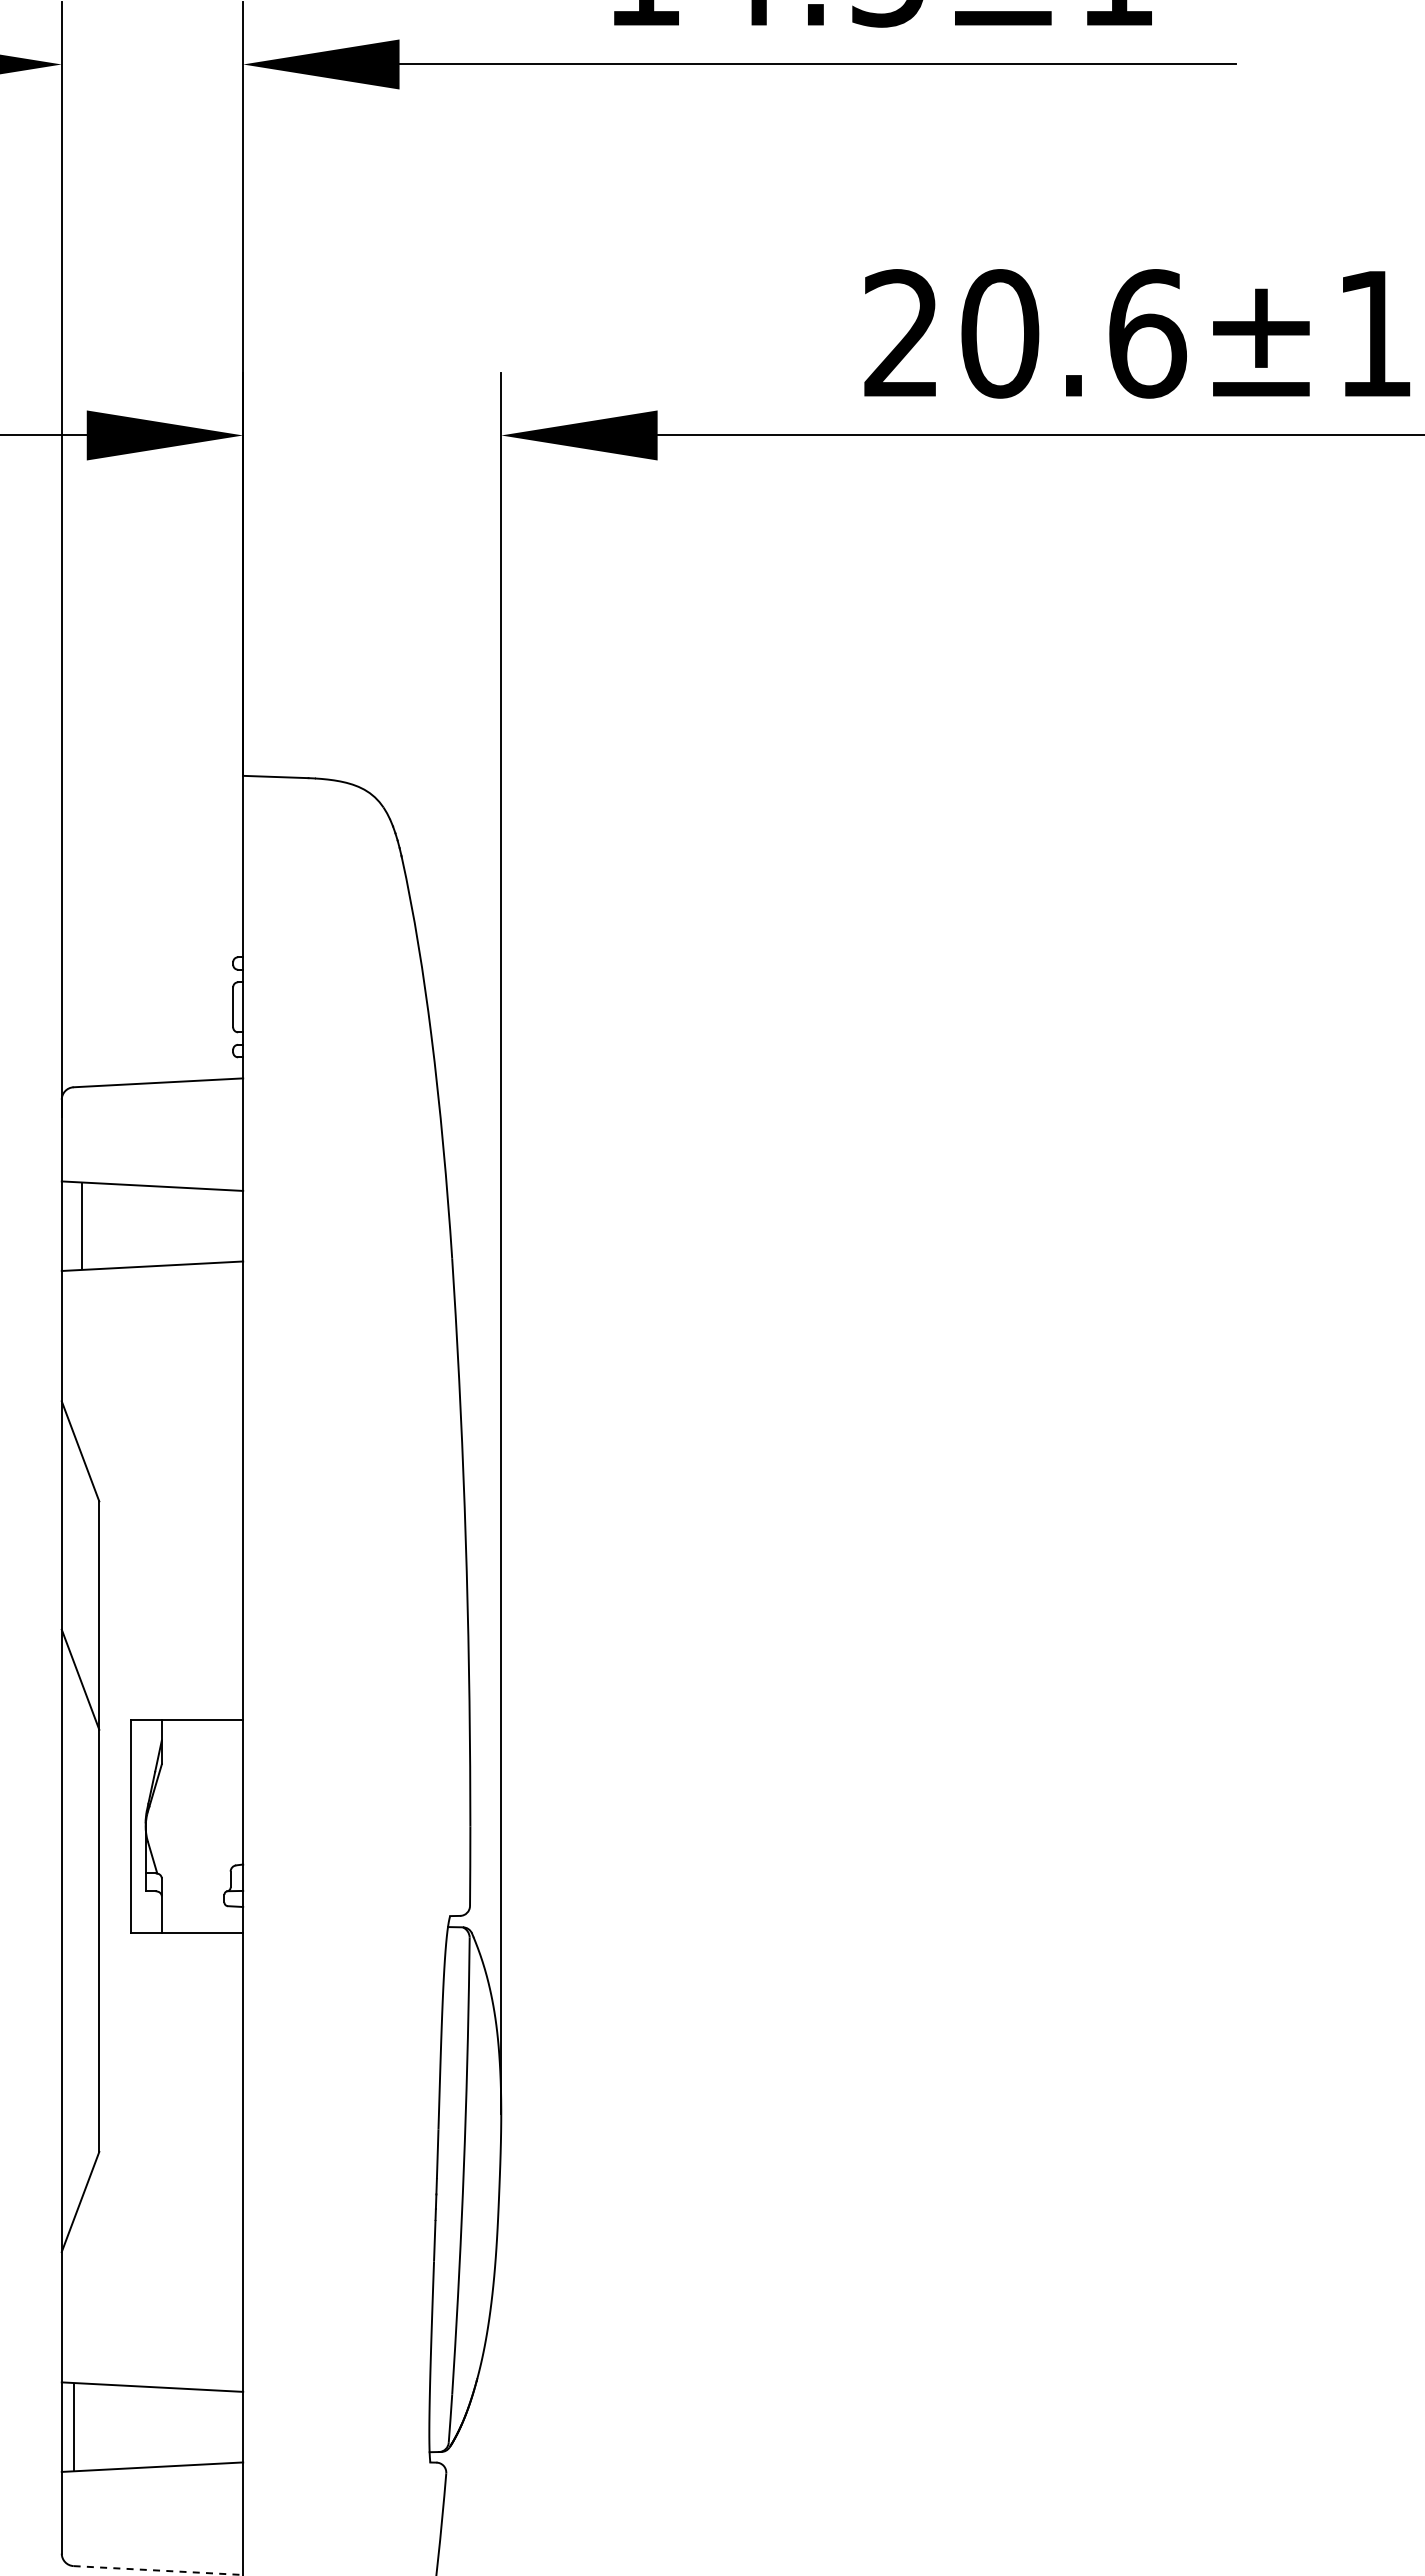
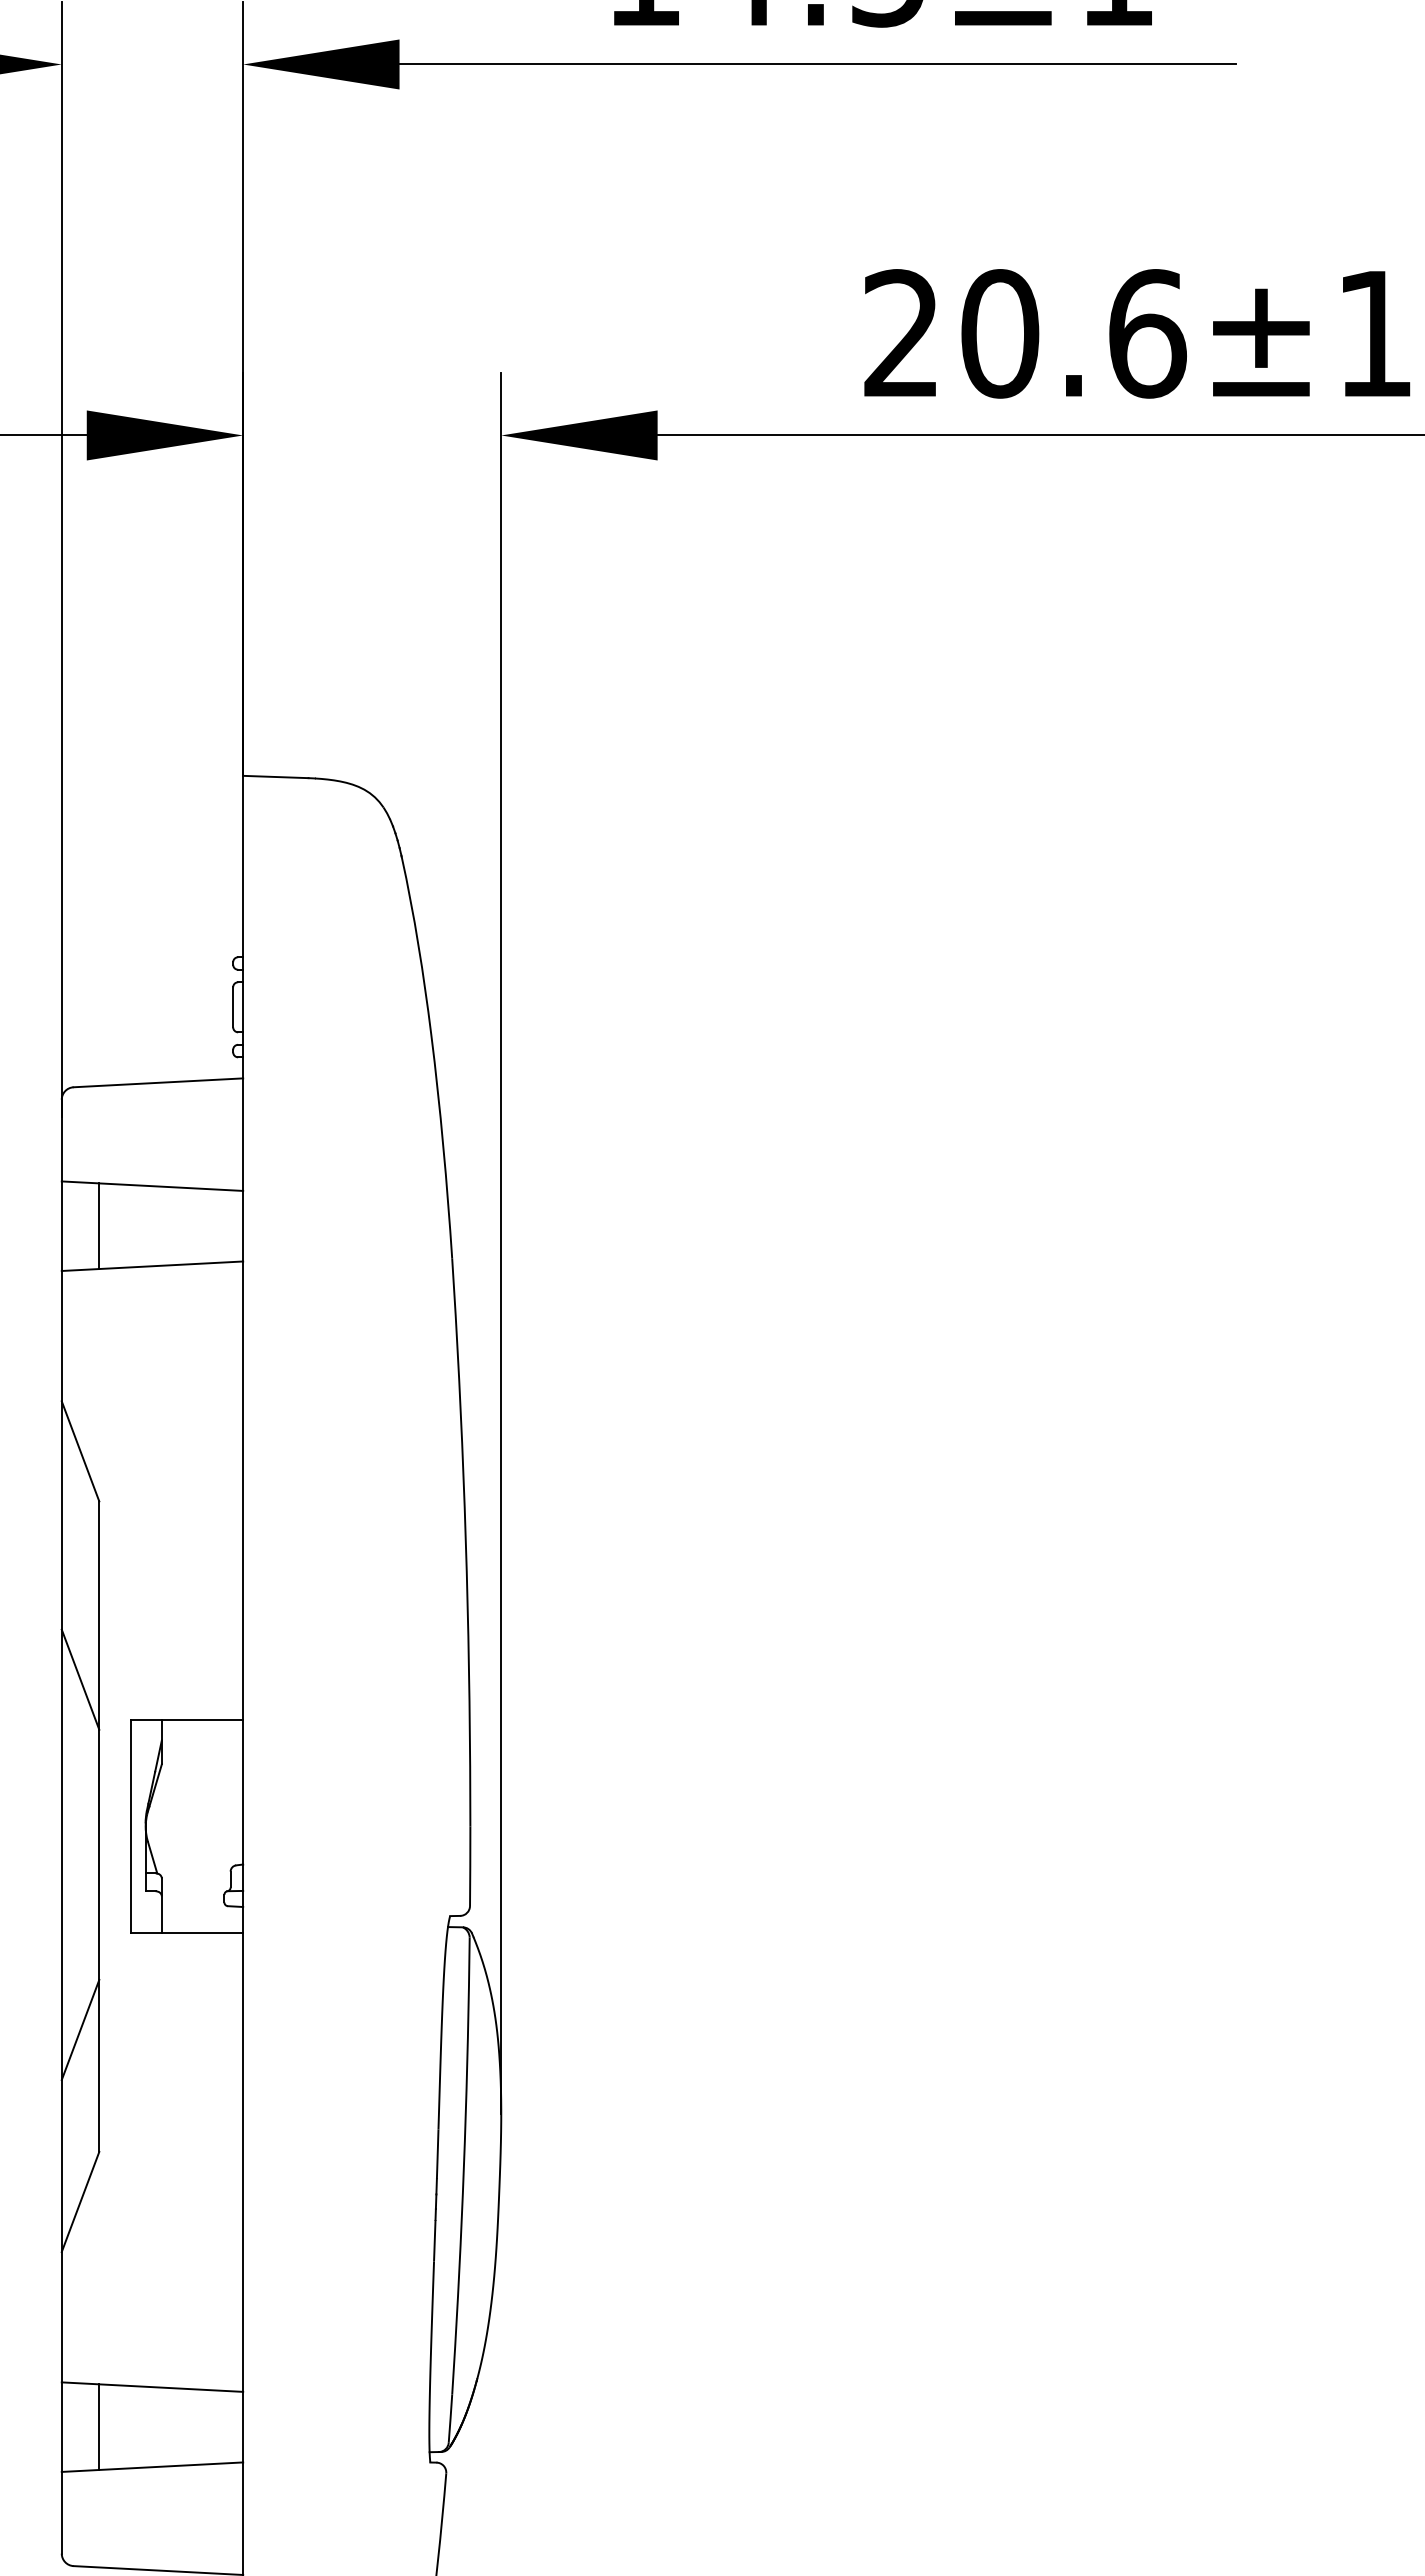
line at (82, 1226) position: (82, 1226) -> (99, 1226)
line at (80, 2029): none -> present
line at (74, 2426) position: (74, 2426) -> (99, 2426)
line at (158, 2570): dashed -> solid
